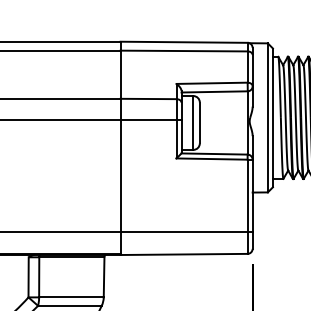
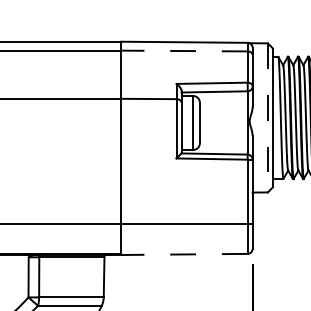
line at (184, 51): solid -> dashed
line at (267, 117): solid -> dashed
line at (91, 120): present -> none
line at (127, 232) position: (127, 232) -> (127, 224)
line at (184, 254): solid -> dashed
